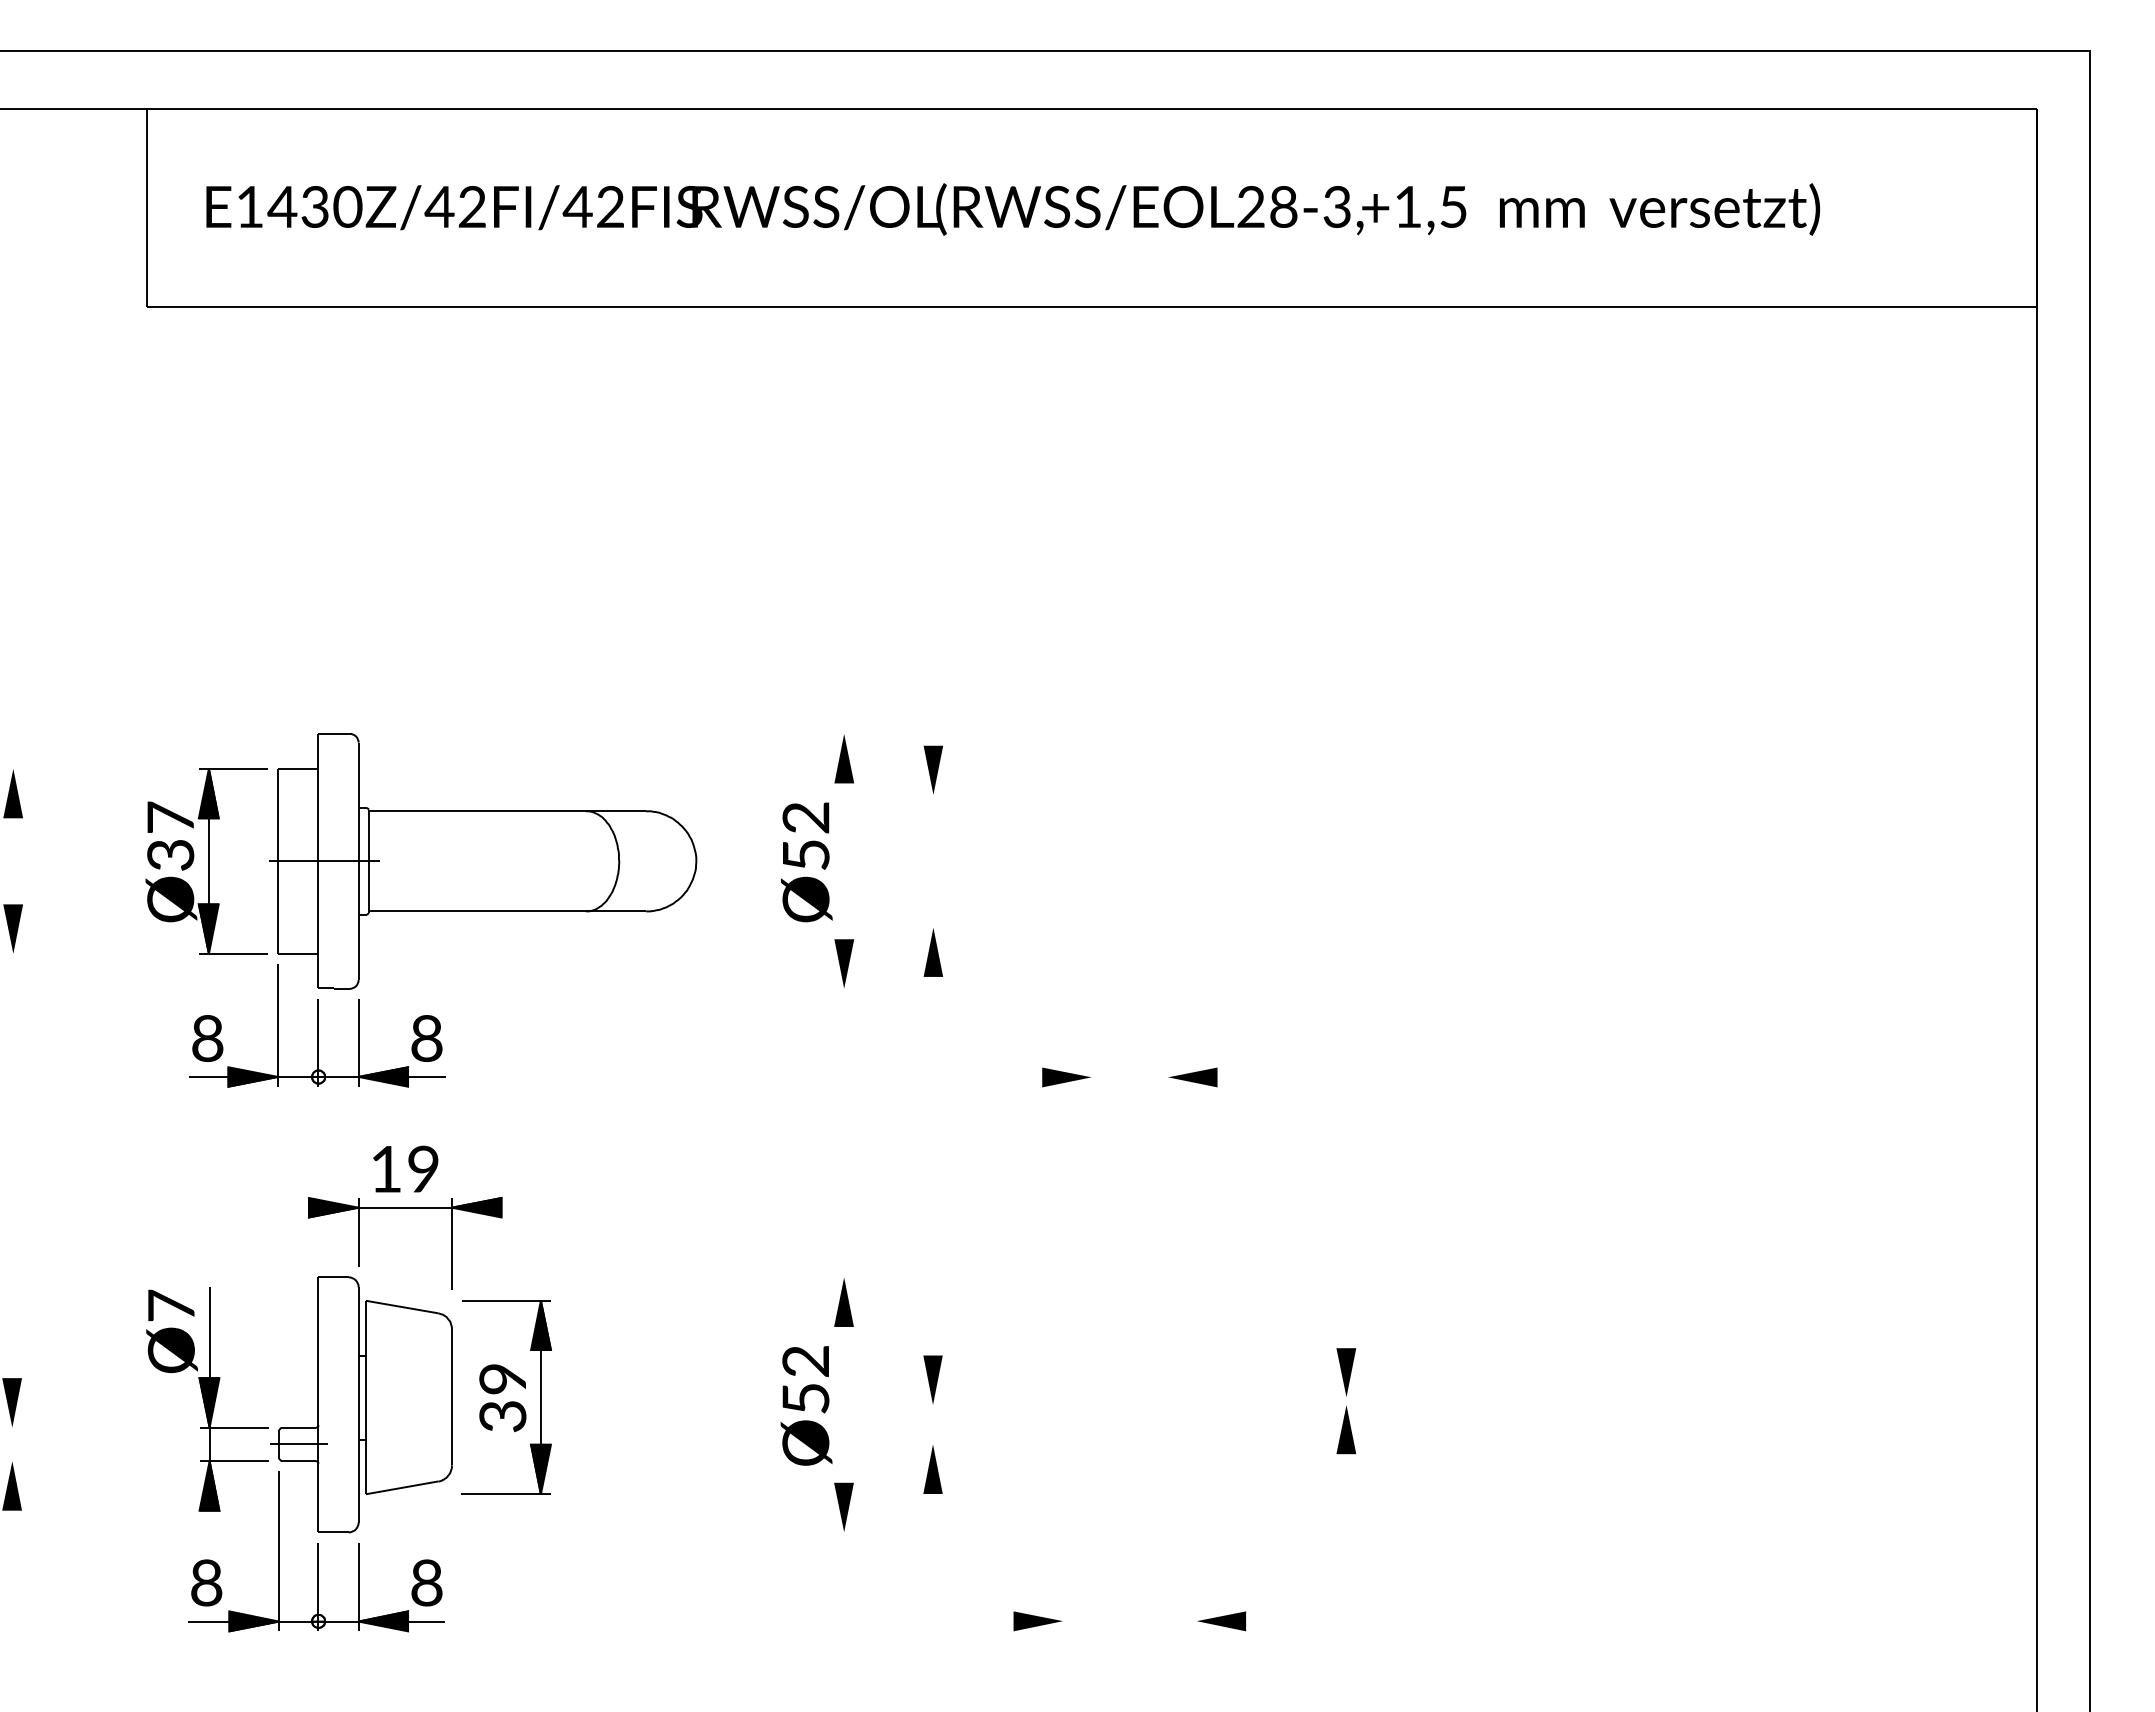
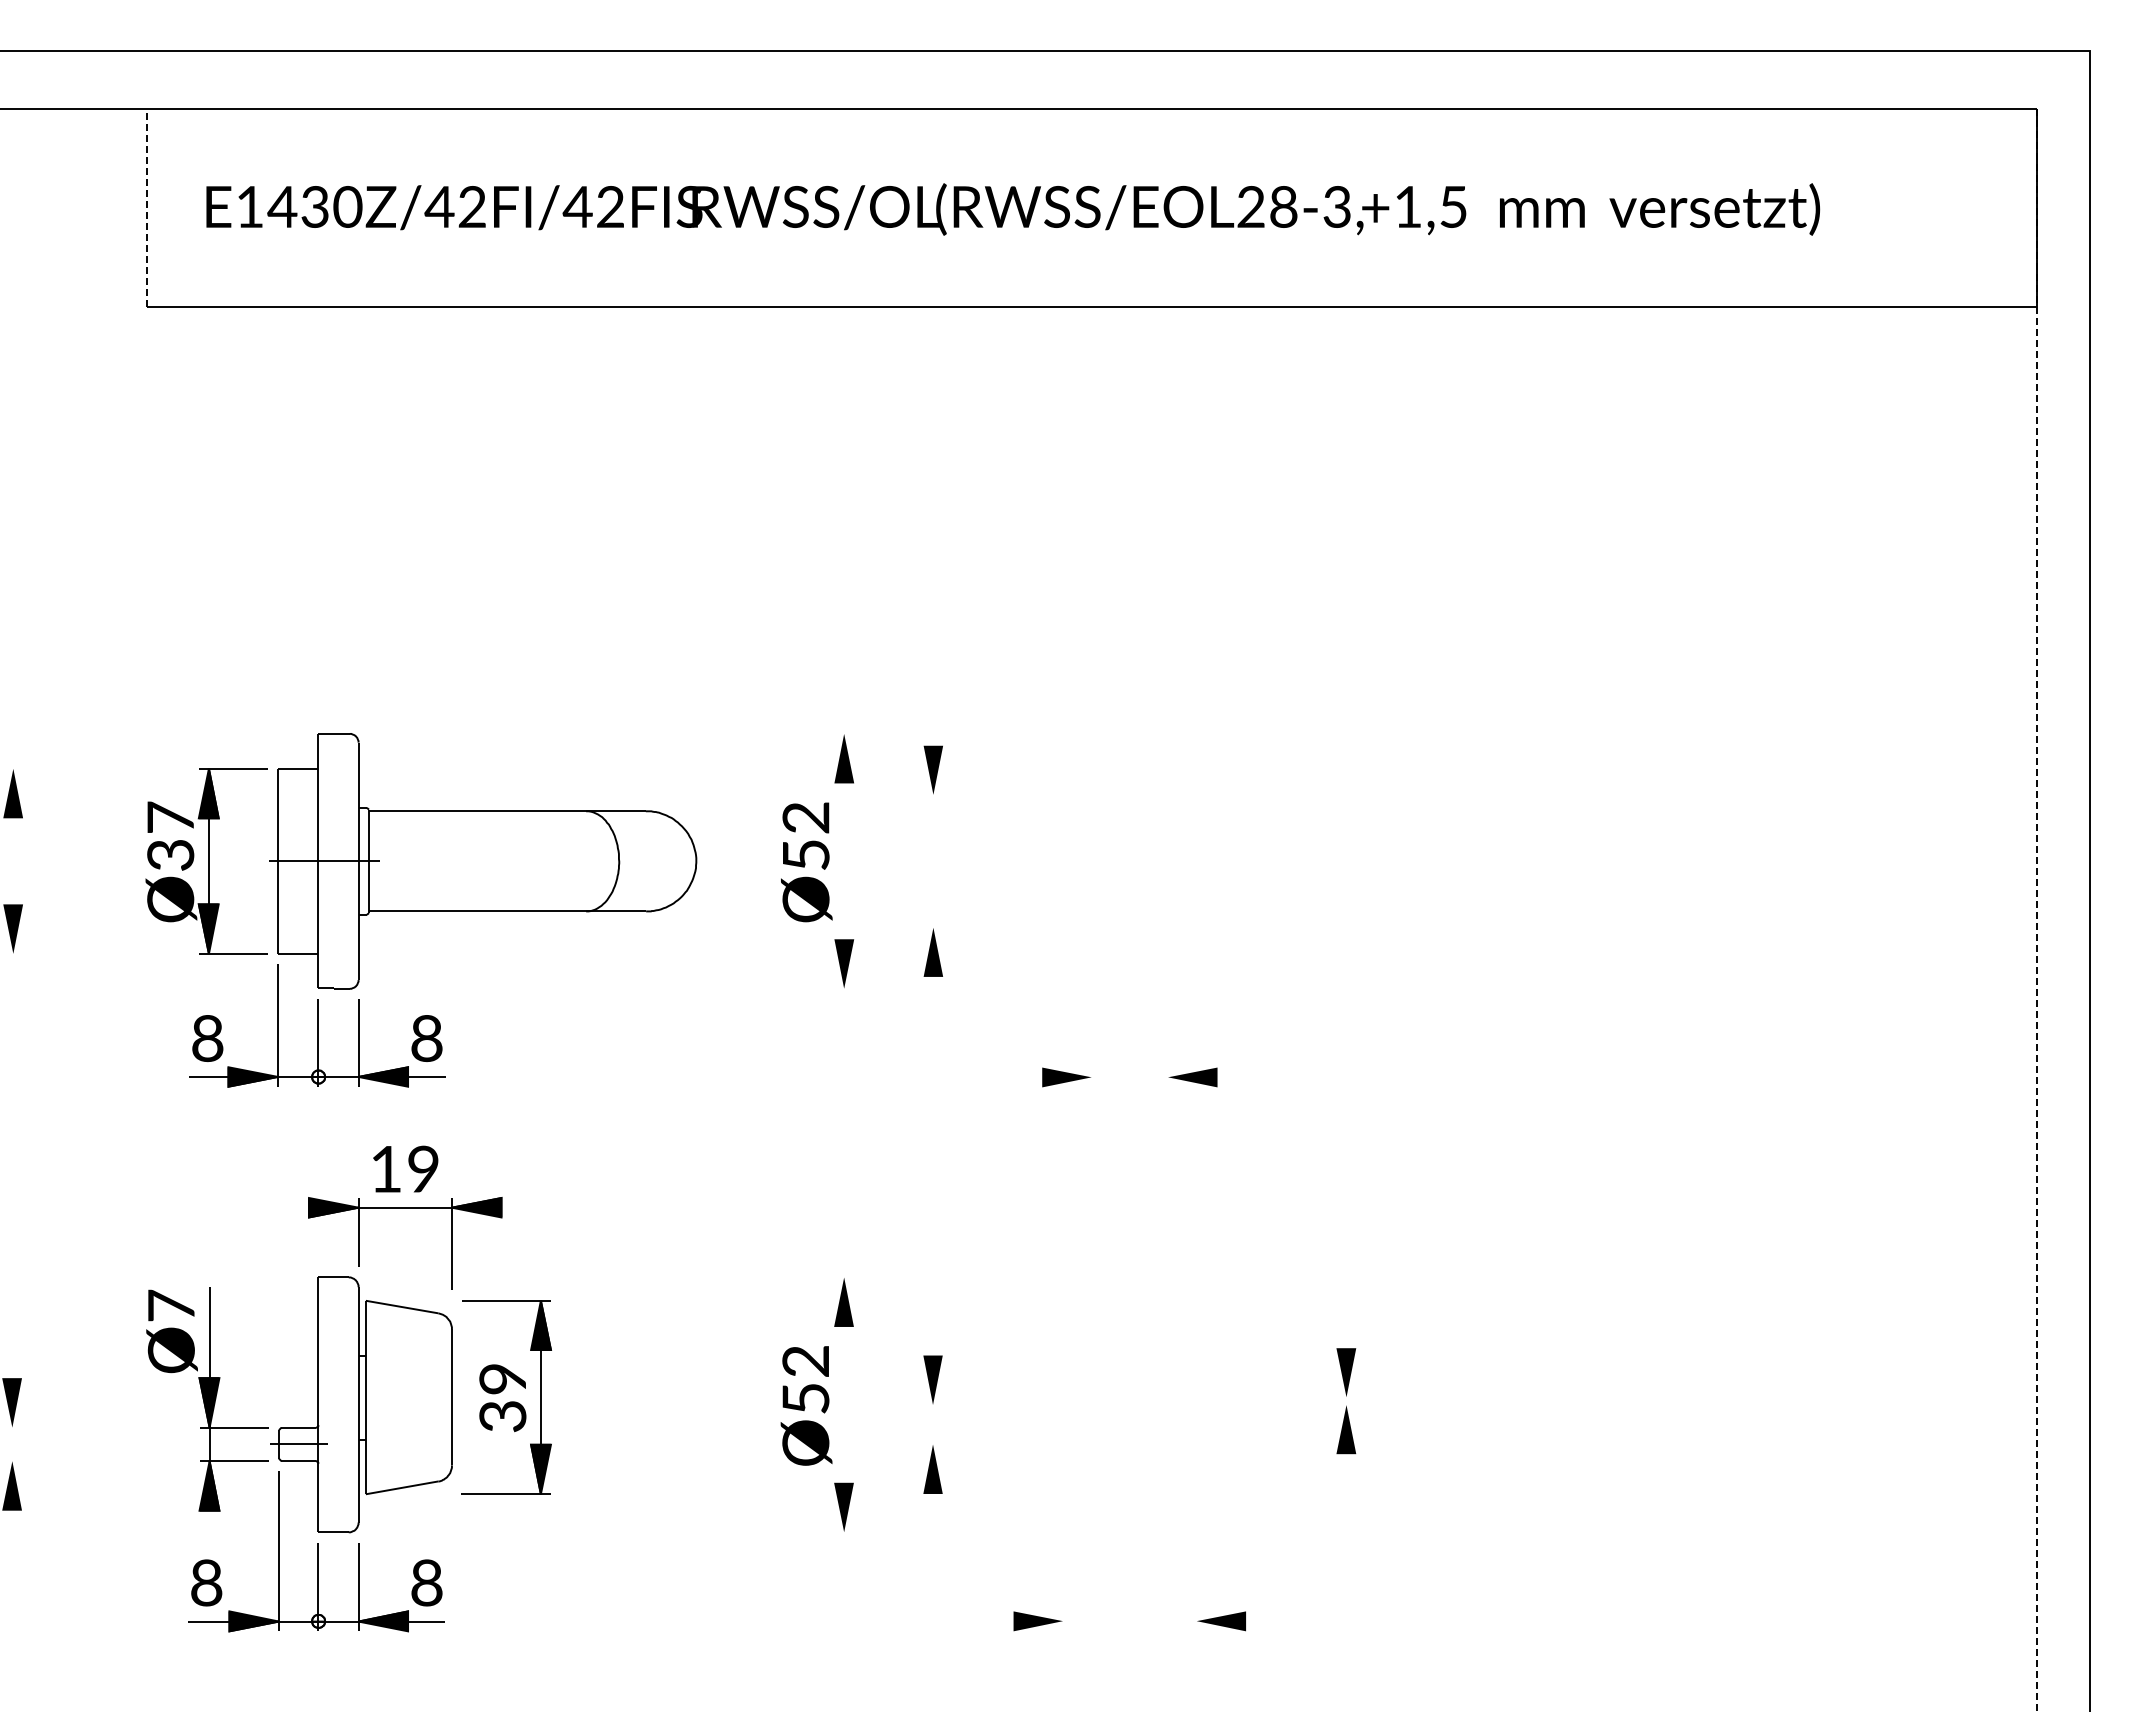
line at (147, 207): solid -> dashed
line at (2037, 910): solid -> dashed
